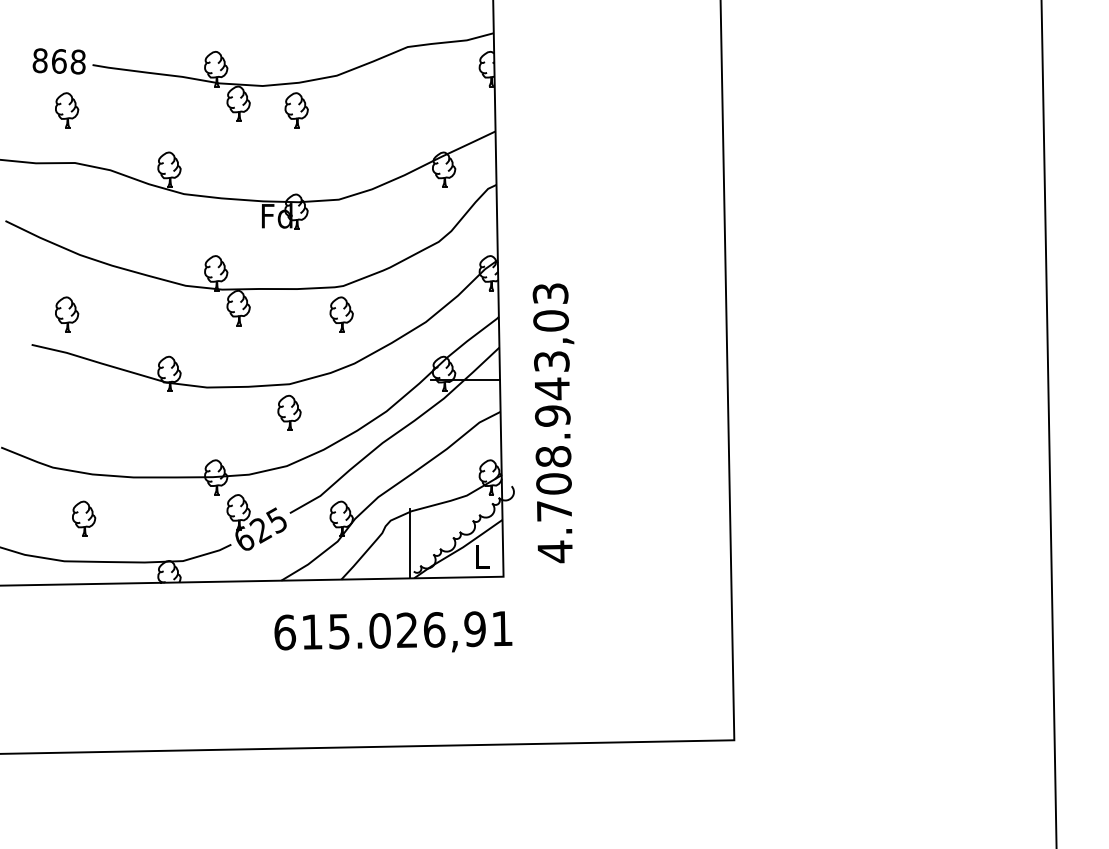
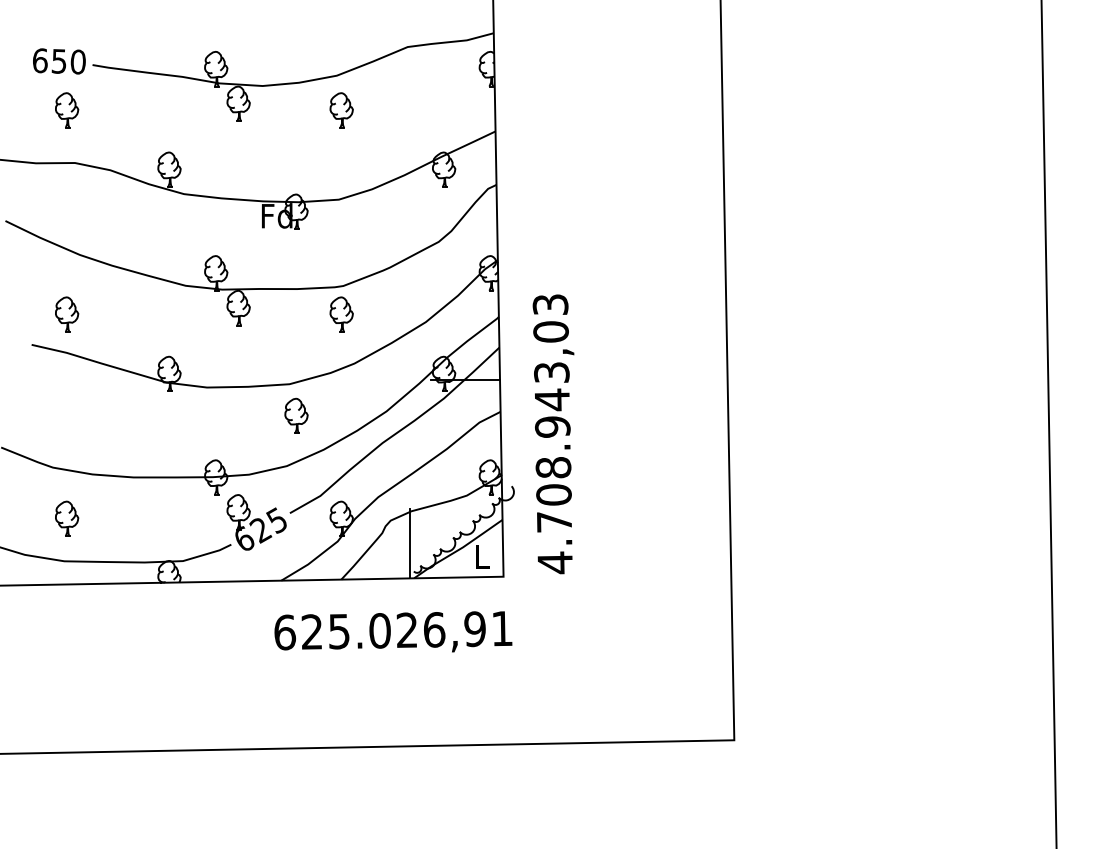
text at (58, 61): 868 -> 650
part at (296, 110) position: (296, 110) -> (341, 110)
part at (289, 412) position: (289, 412) -> (296, 415)
text at (553, 423) position: (553, 423) -> (553, 434)
part at (84, 518) position: (84, 518) -> (67, 518)
text at (311, 631): 615.026,91 -> 625.026,91
